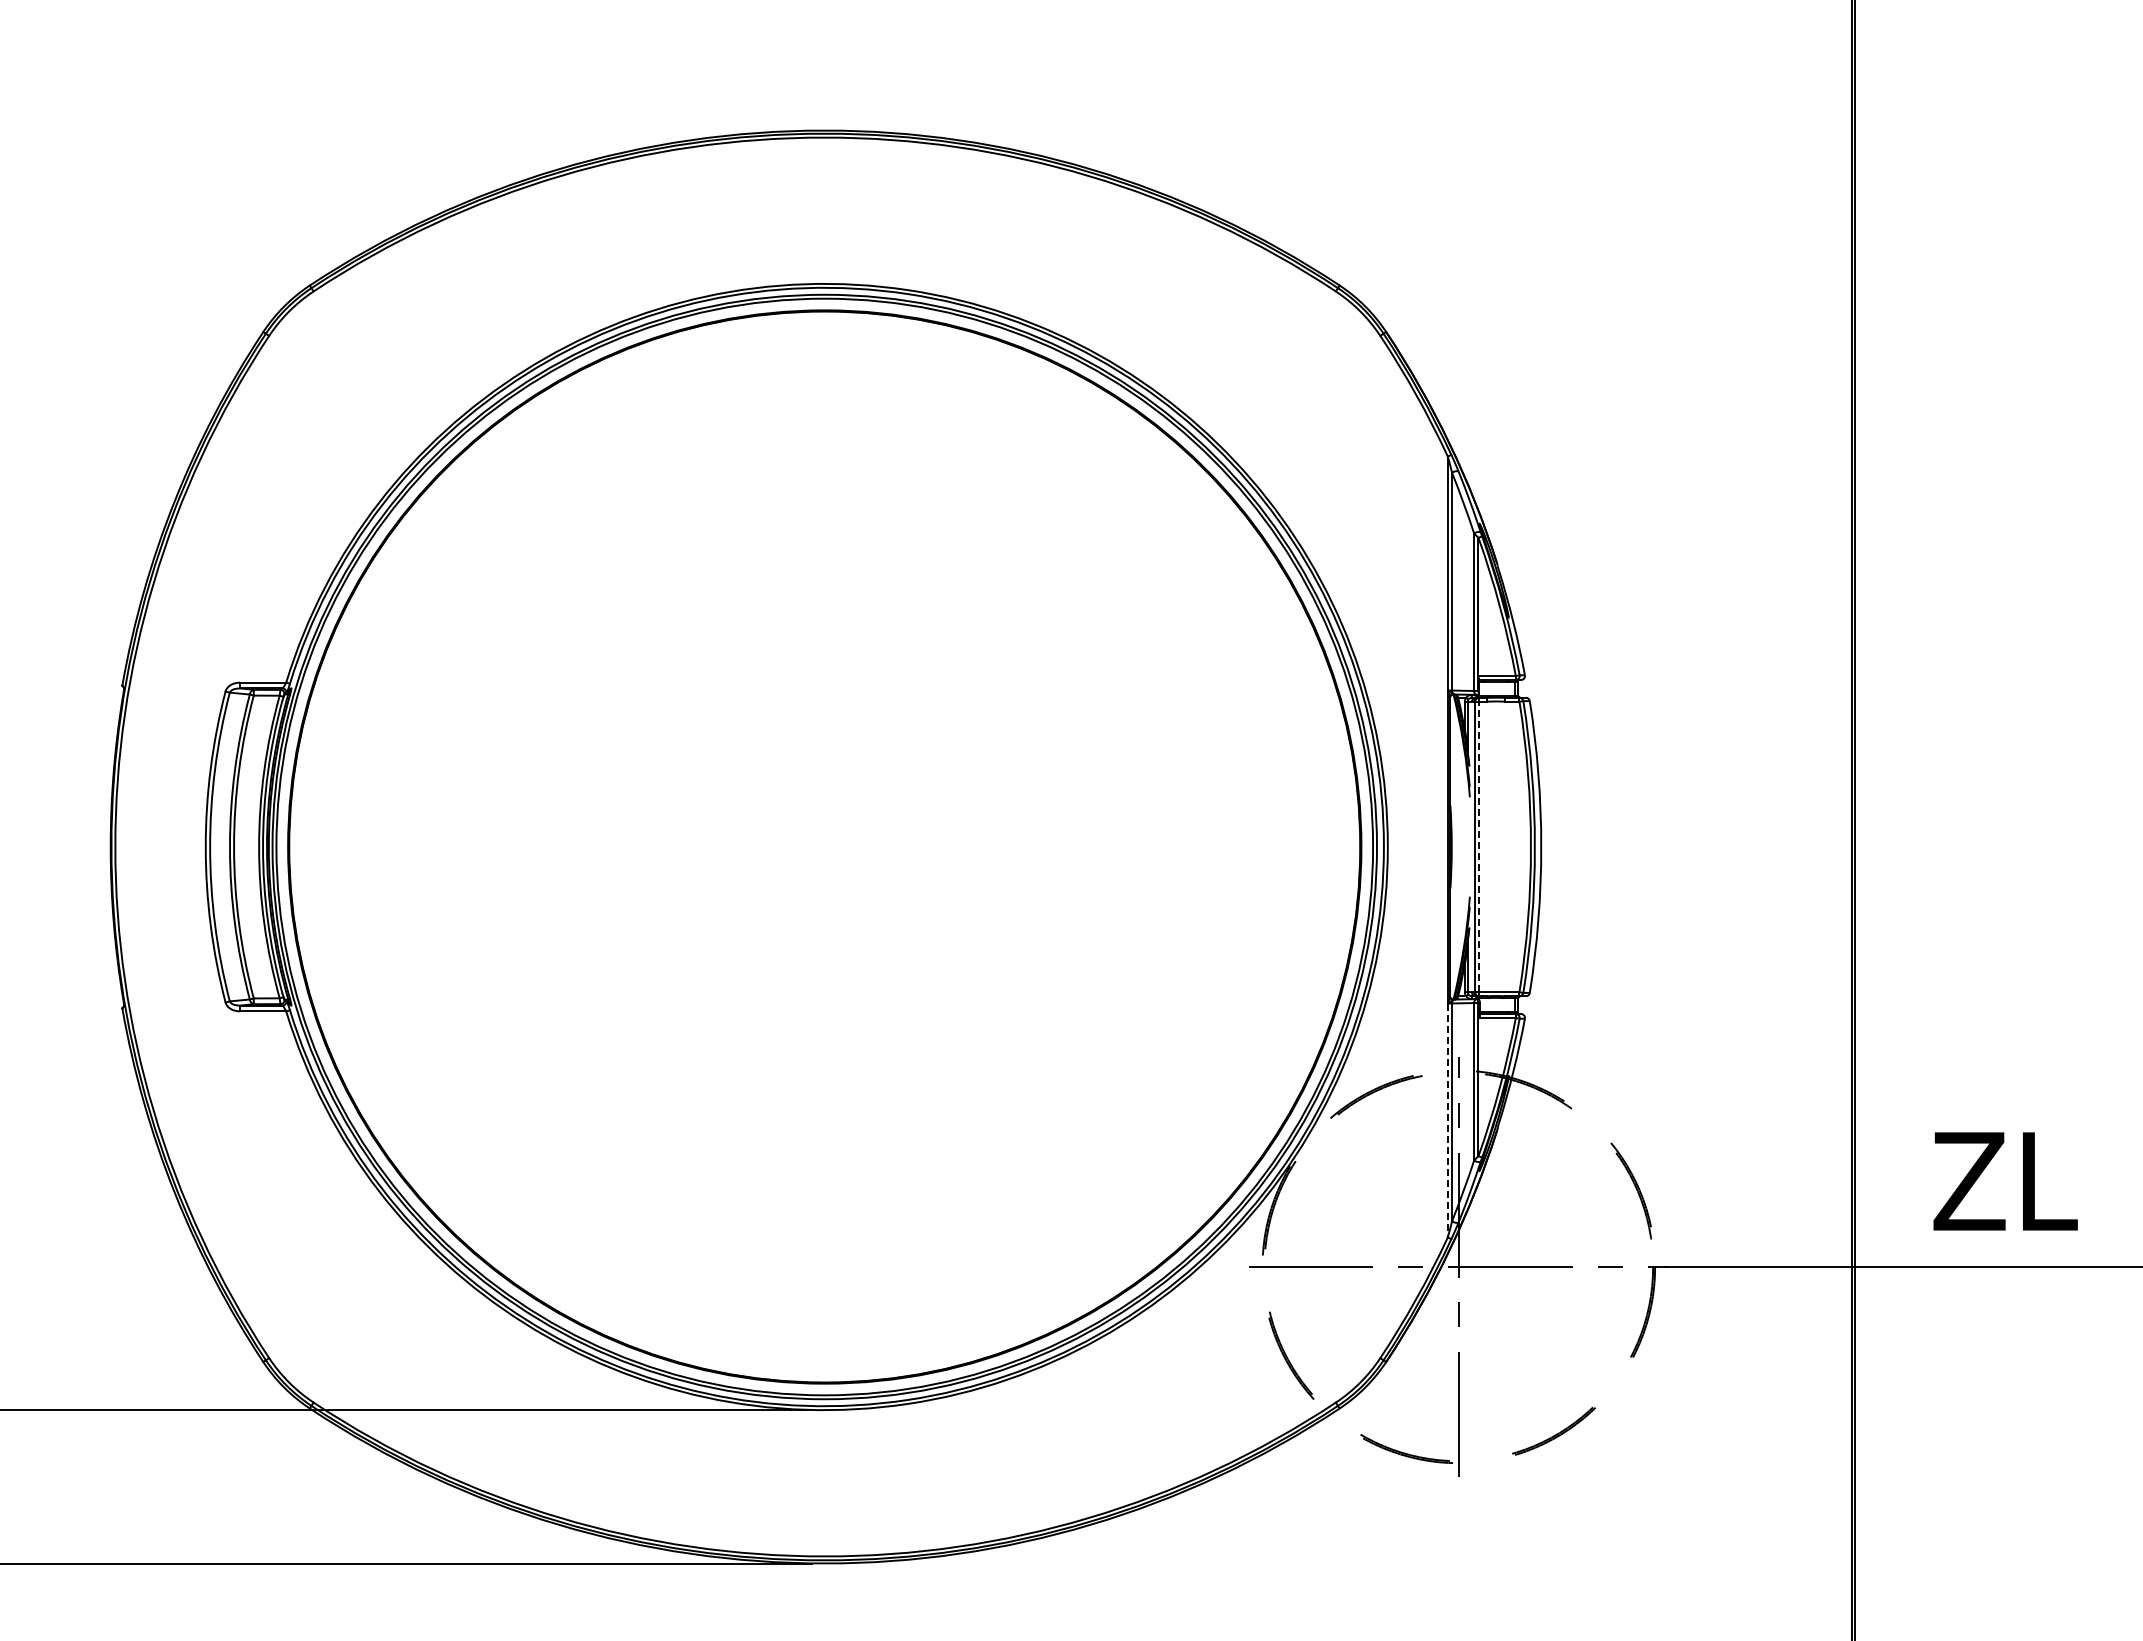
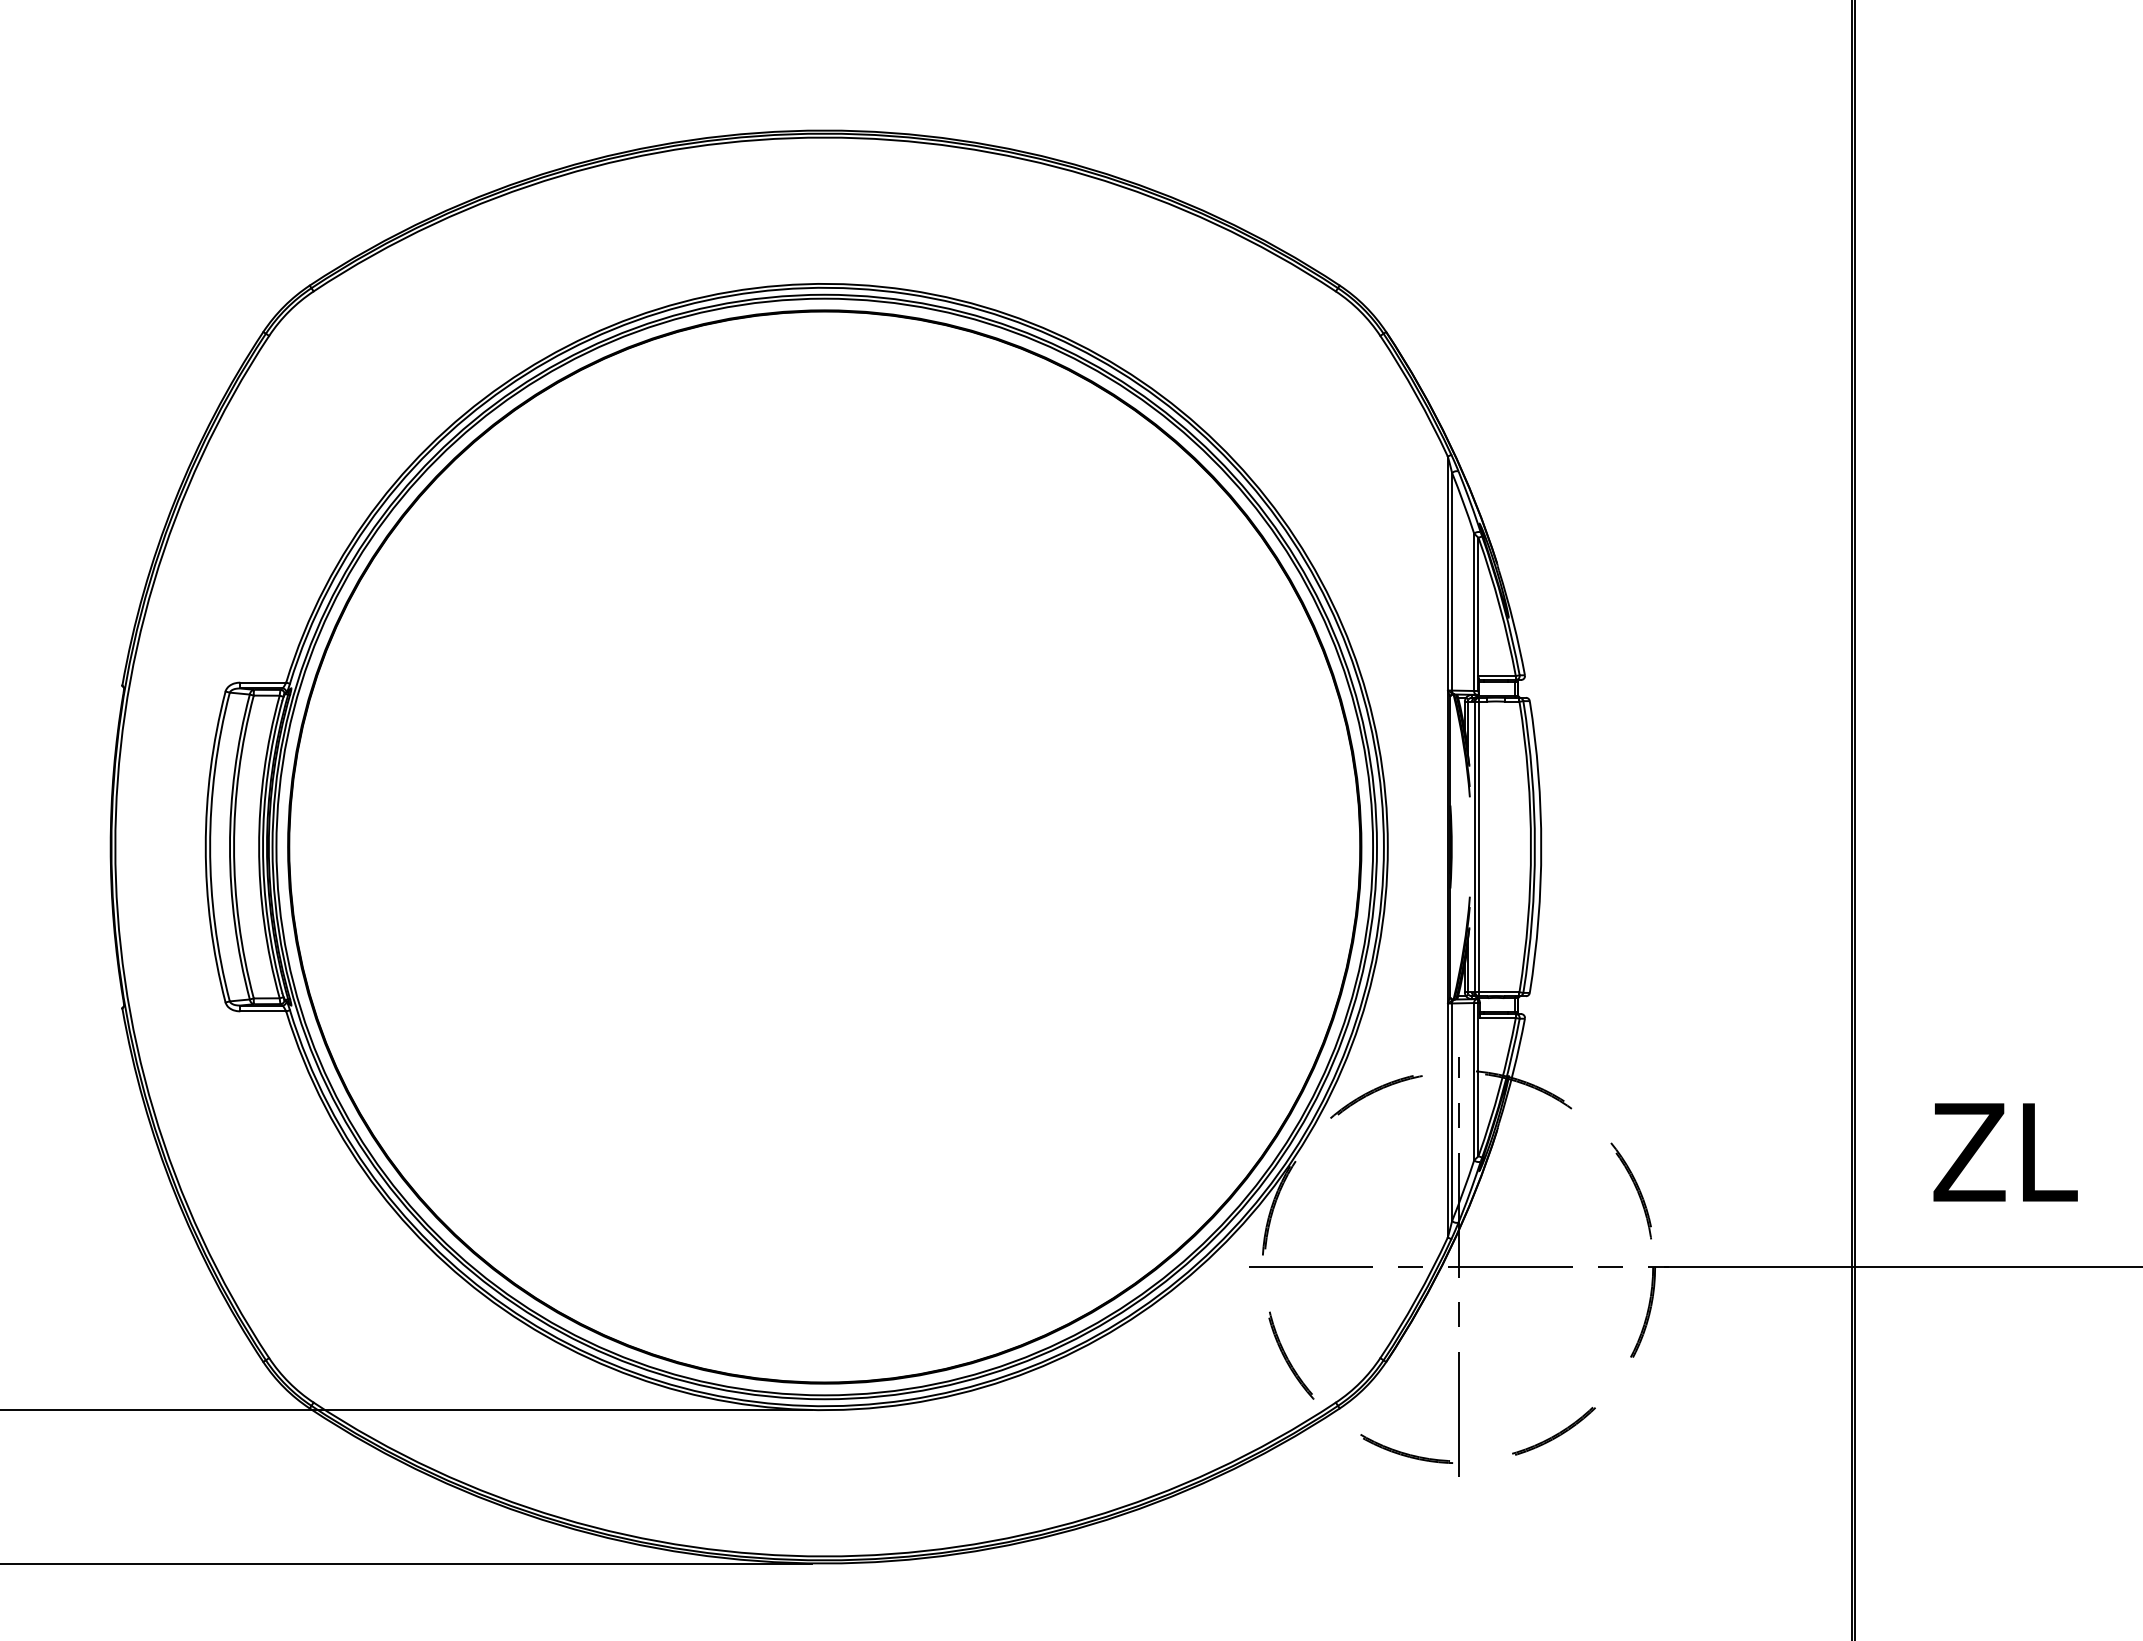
line at (1479, 846): dashed -> solid
line at (1447, 1120): dashed -> solid
text at (2005, 1181) position: (2005, 1181) -> (2005, 1152)
